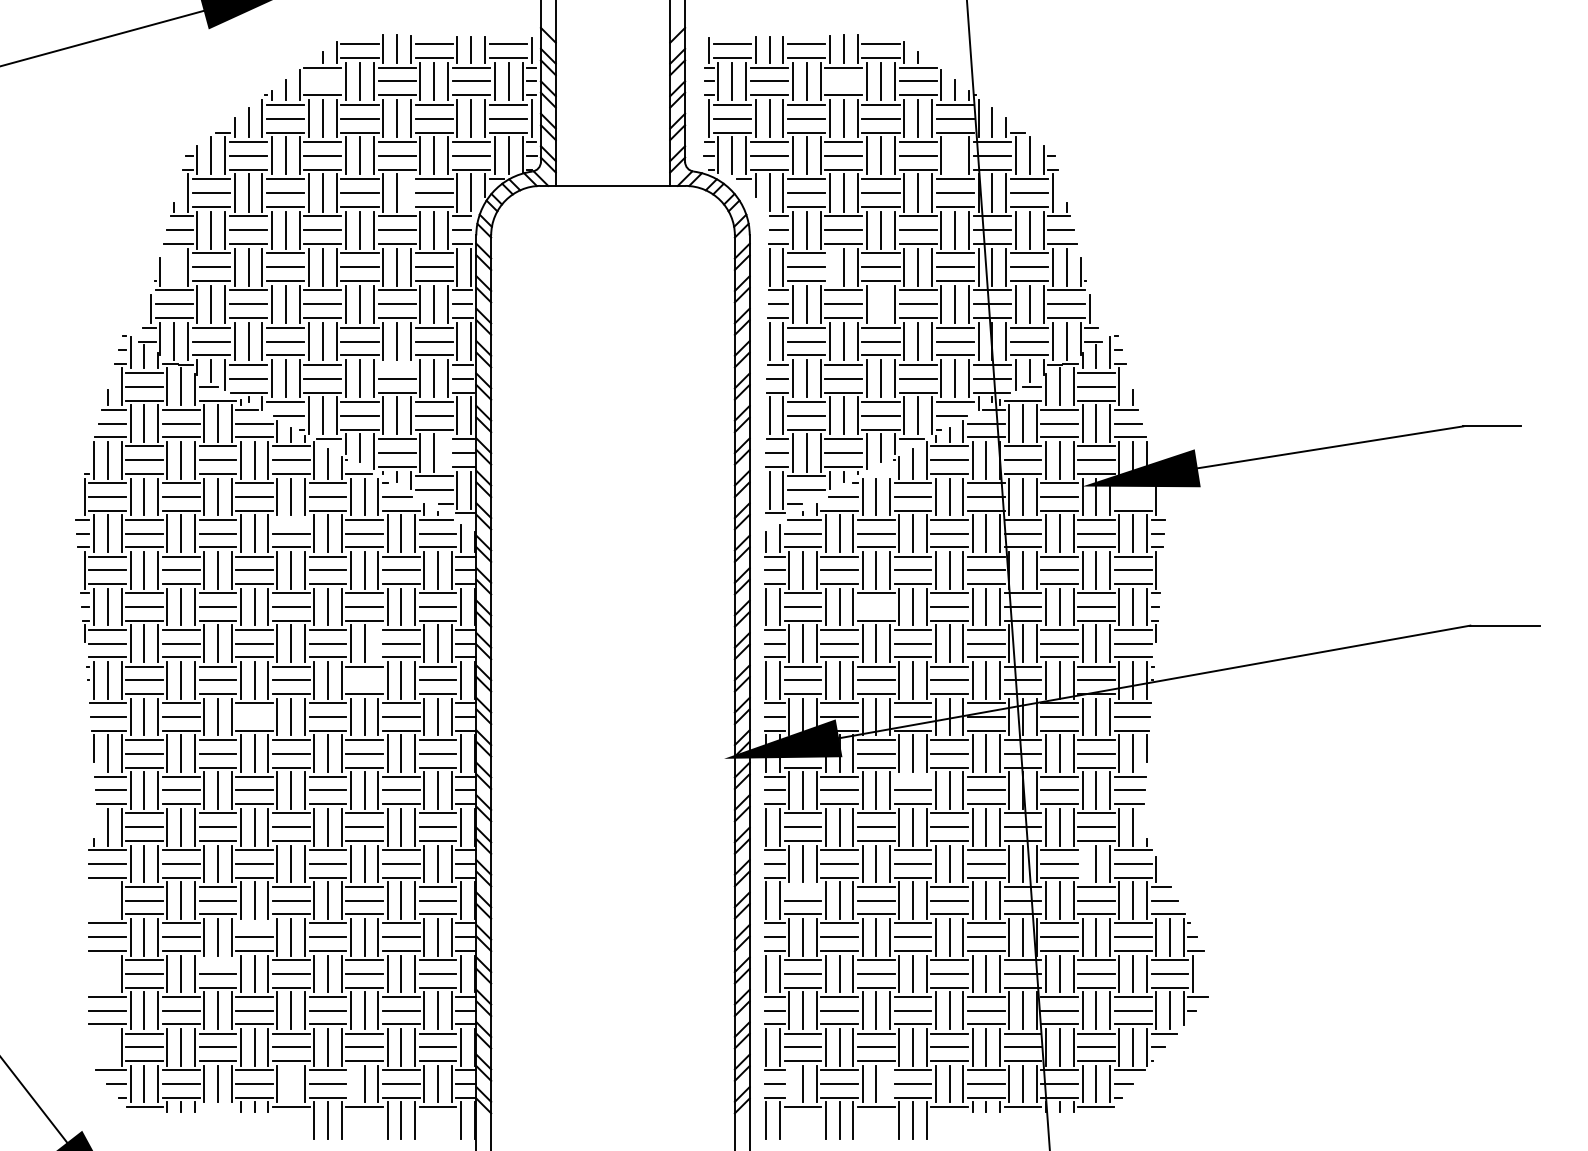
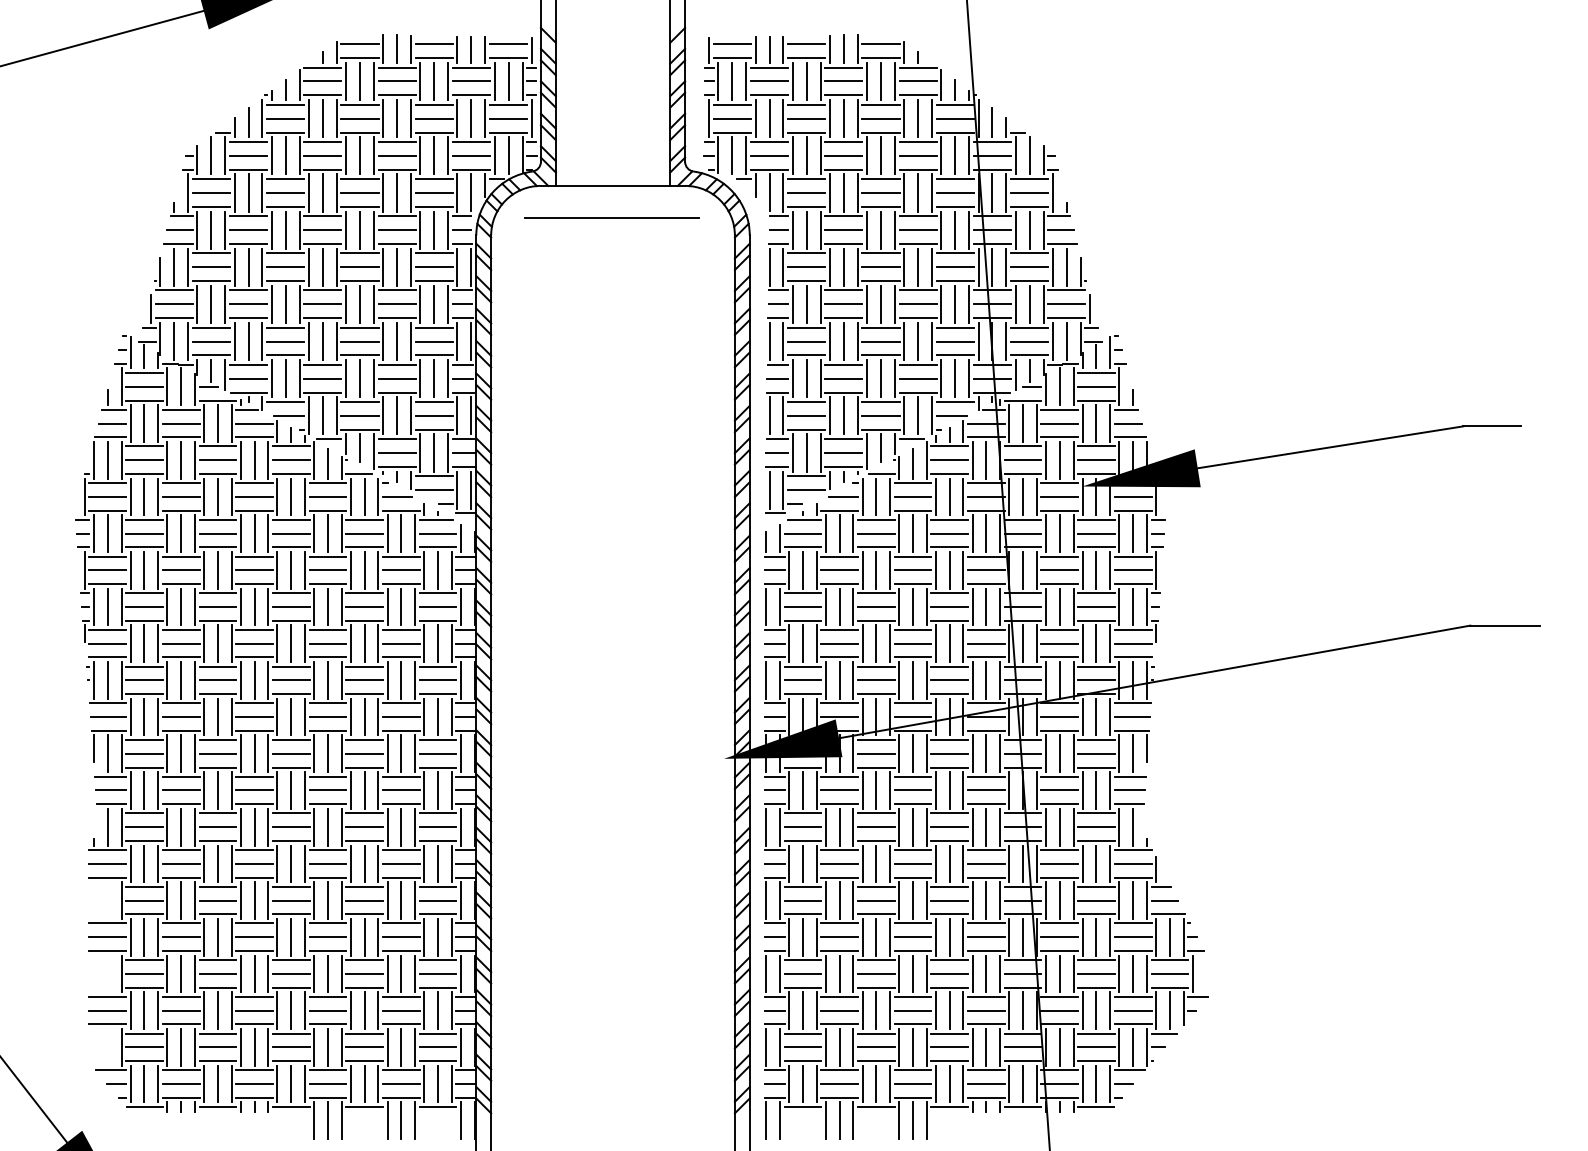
line at (322, 81): none -> present
line at (843, 81): none -> present
line at (955, 155): none -> present
line at (411, 192): none -> present
line at (611, 217): none -> present
line at (174, 266): none -> present
line at (829, 266): none -> present
line at (880, 303): none -> present
line at (396, 364): none -> present
line at (448, 452): none -> present
line at (881, 473): none -> present
line at (1132, 496): none -> present
line at (290, 519): none -> present
line at (875, 606): none -> present
line at (378, 643): none -> present
line at (364, 680): none -> present
line at (254, 717): none -> present
line at (912, 776): none -> present
line at (1082, 863): none -> present
line at (802, 886): none -> present
line at (254, 923): none -> present
line at (217, 960): none -> present
line at (291, 1083): none -> present
line at (350, 1083): none -> present
line at (789, 1083): none -> present
line at (890, 1083): none -> present
line at (217, 1106): none -> present
